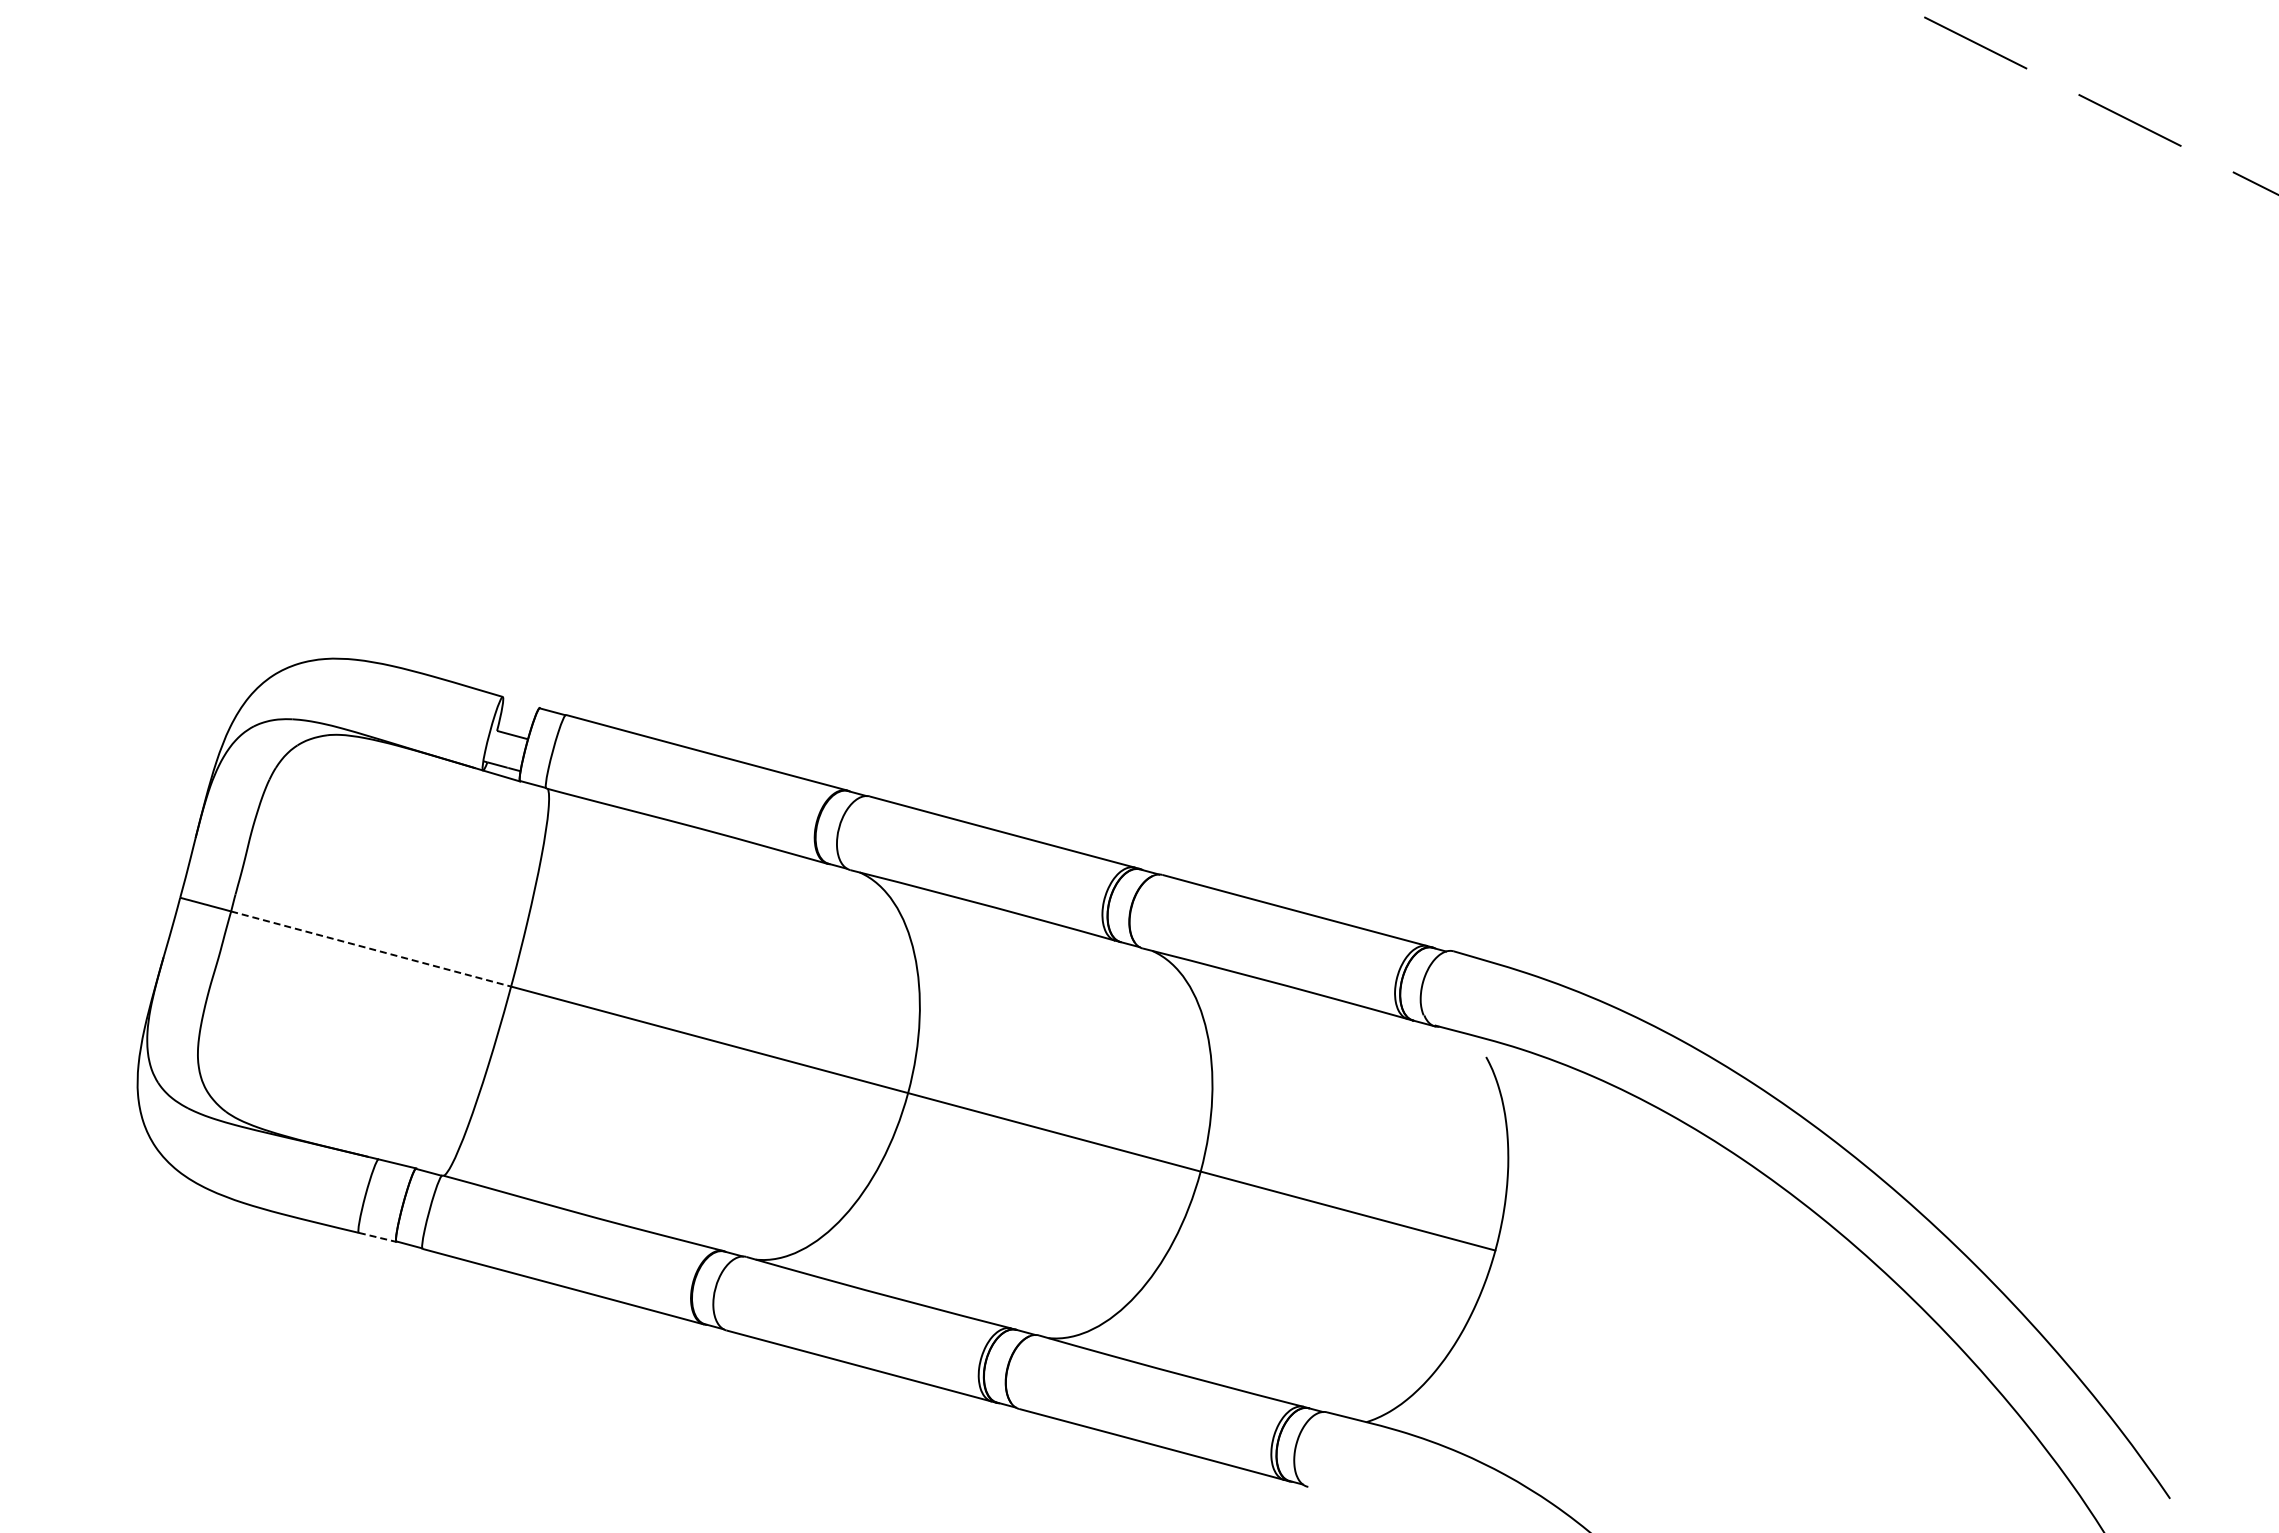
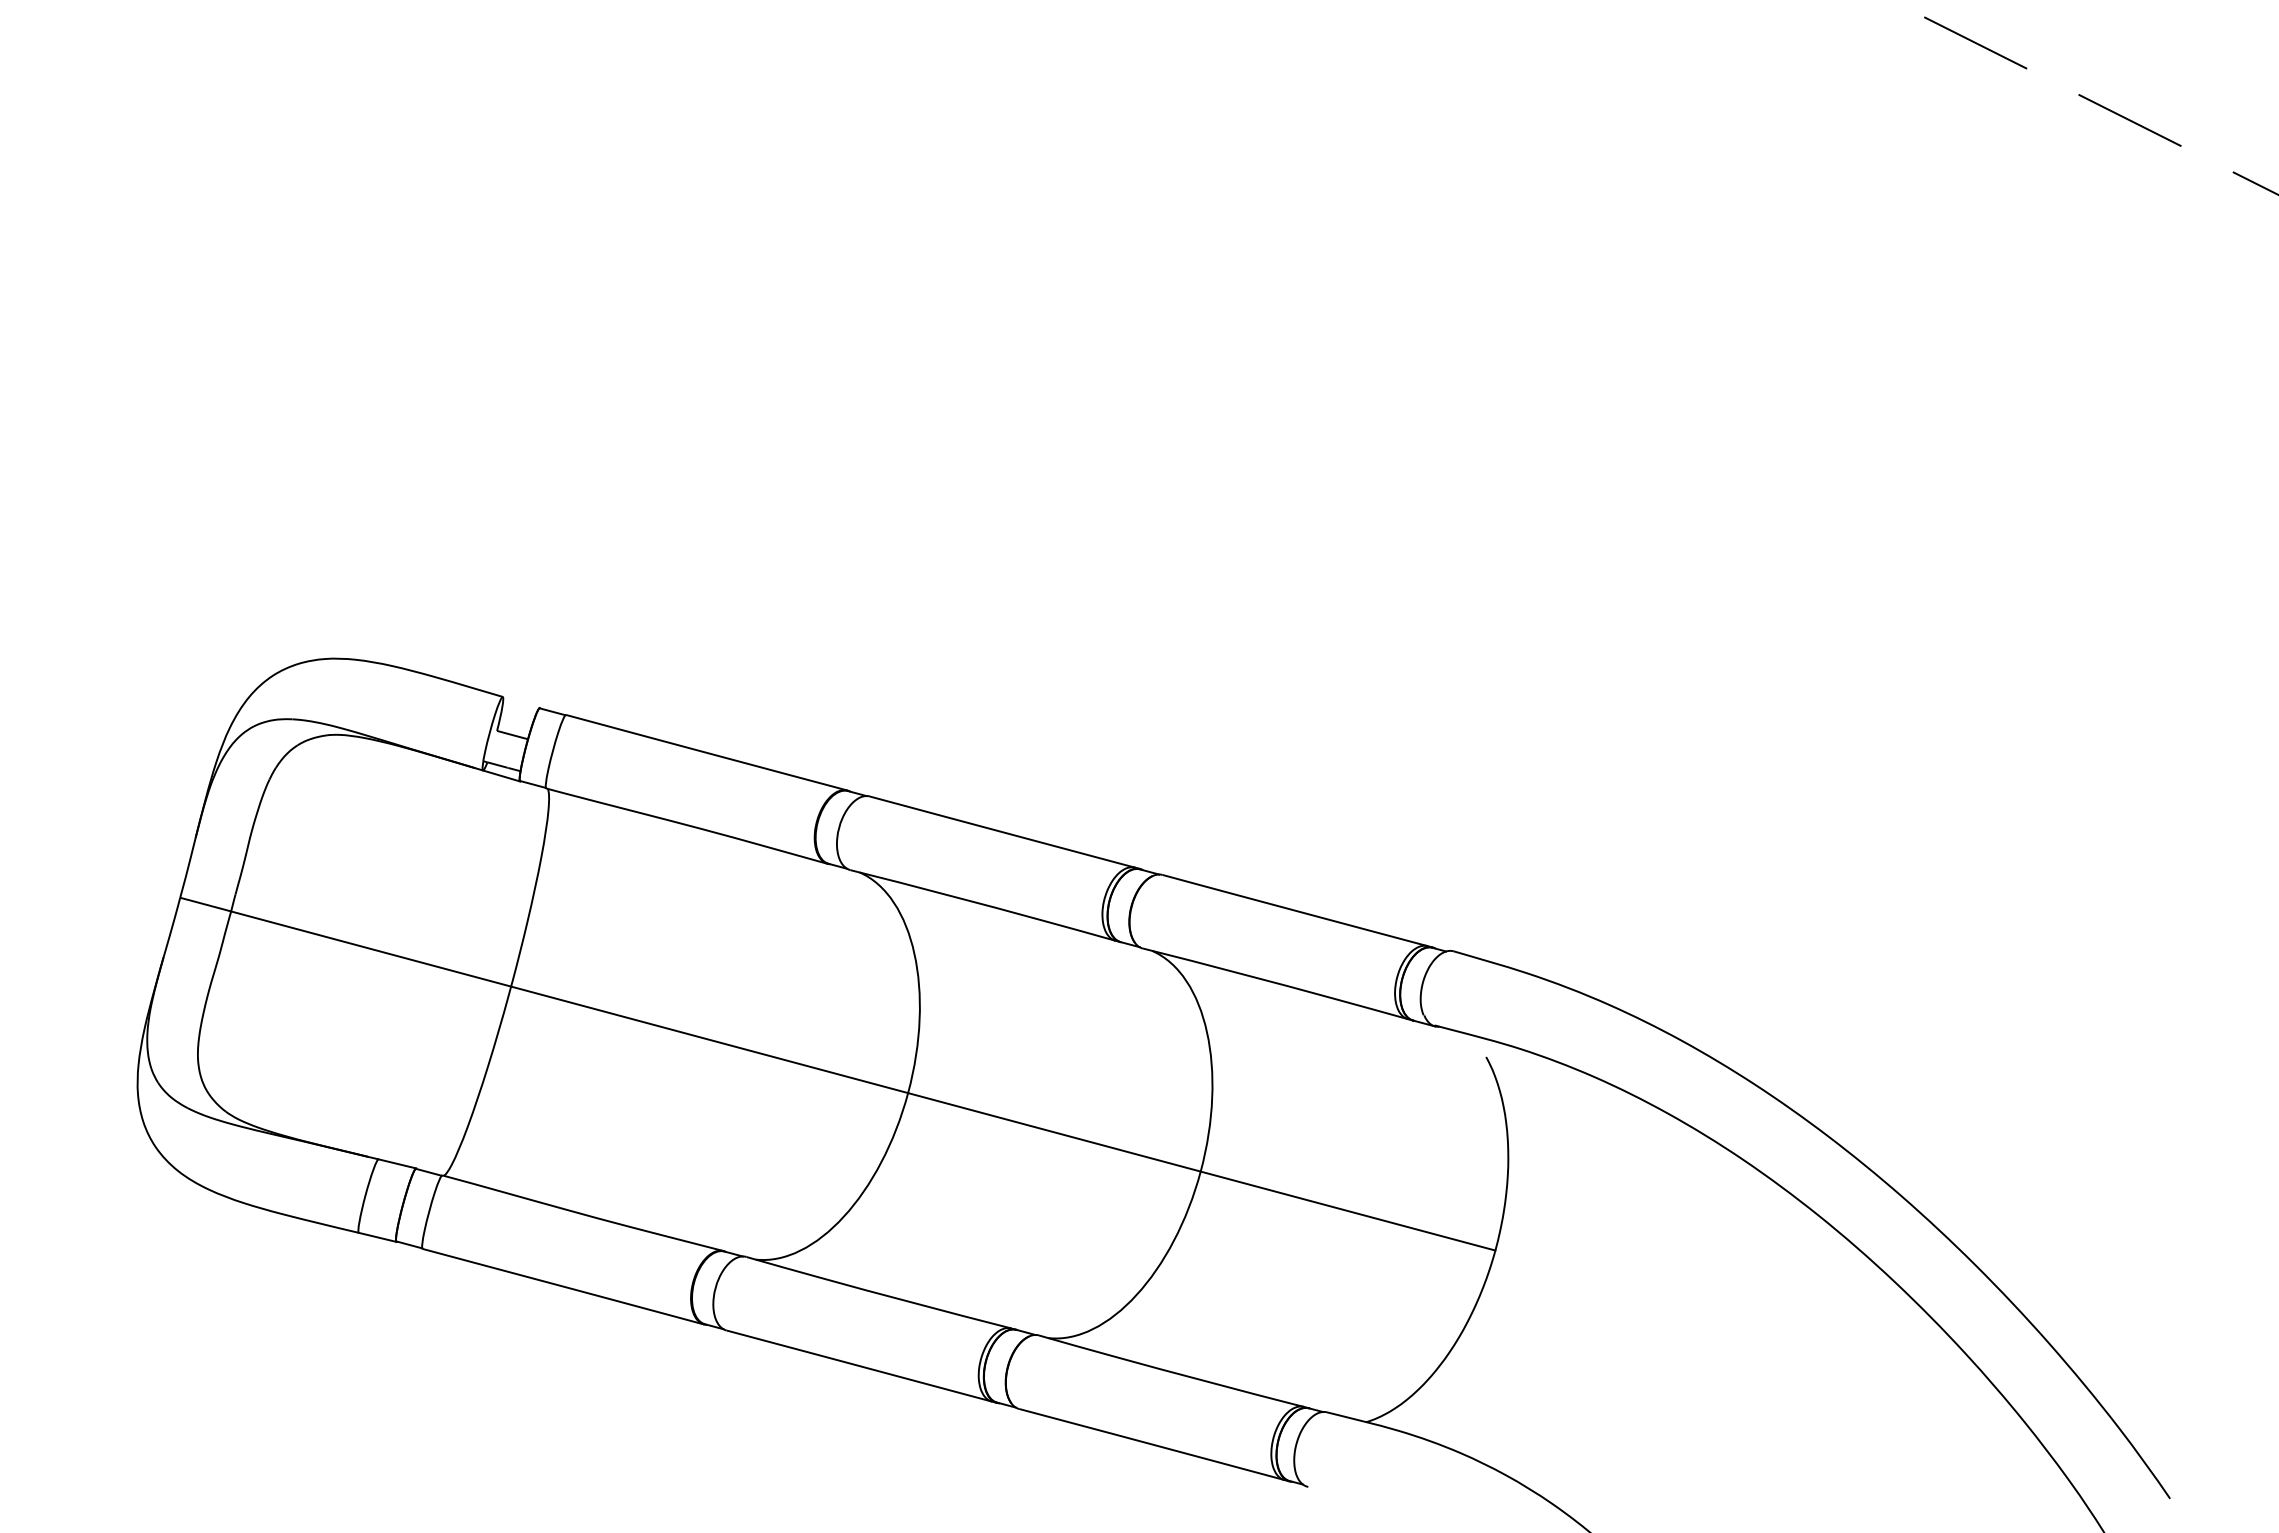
line at (371, 949): dashed -> solid
line at (378, 1237): dashed -> solid
